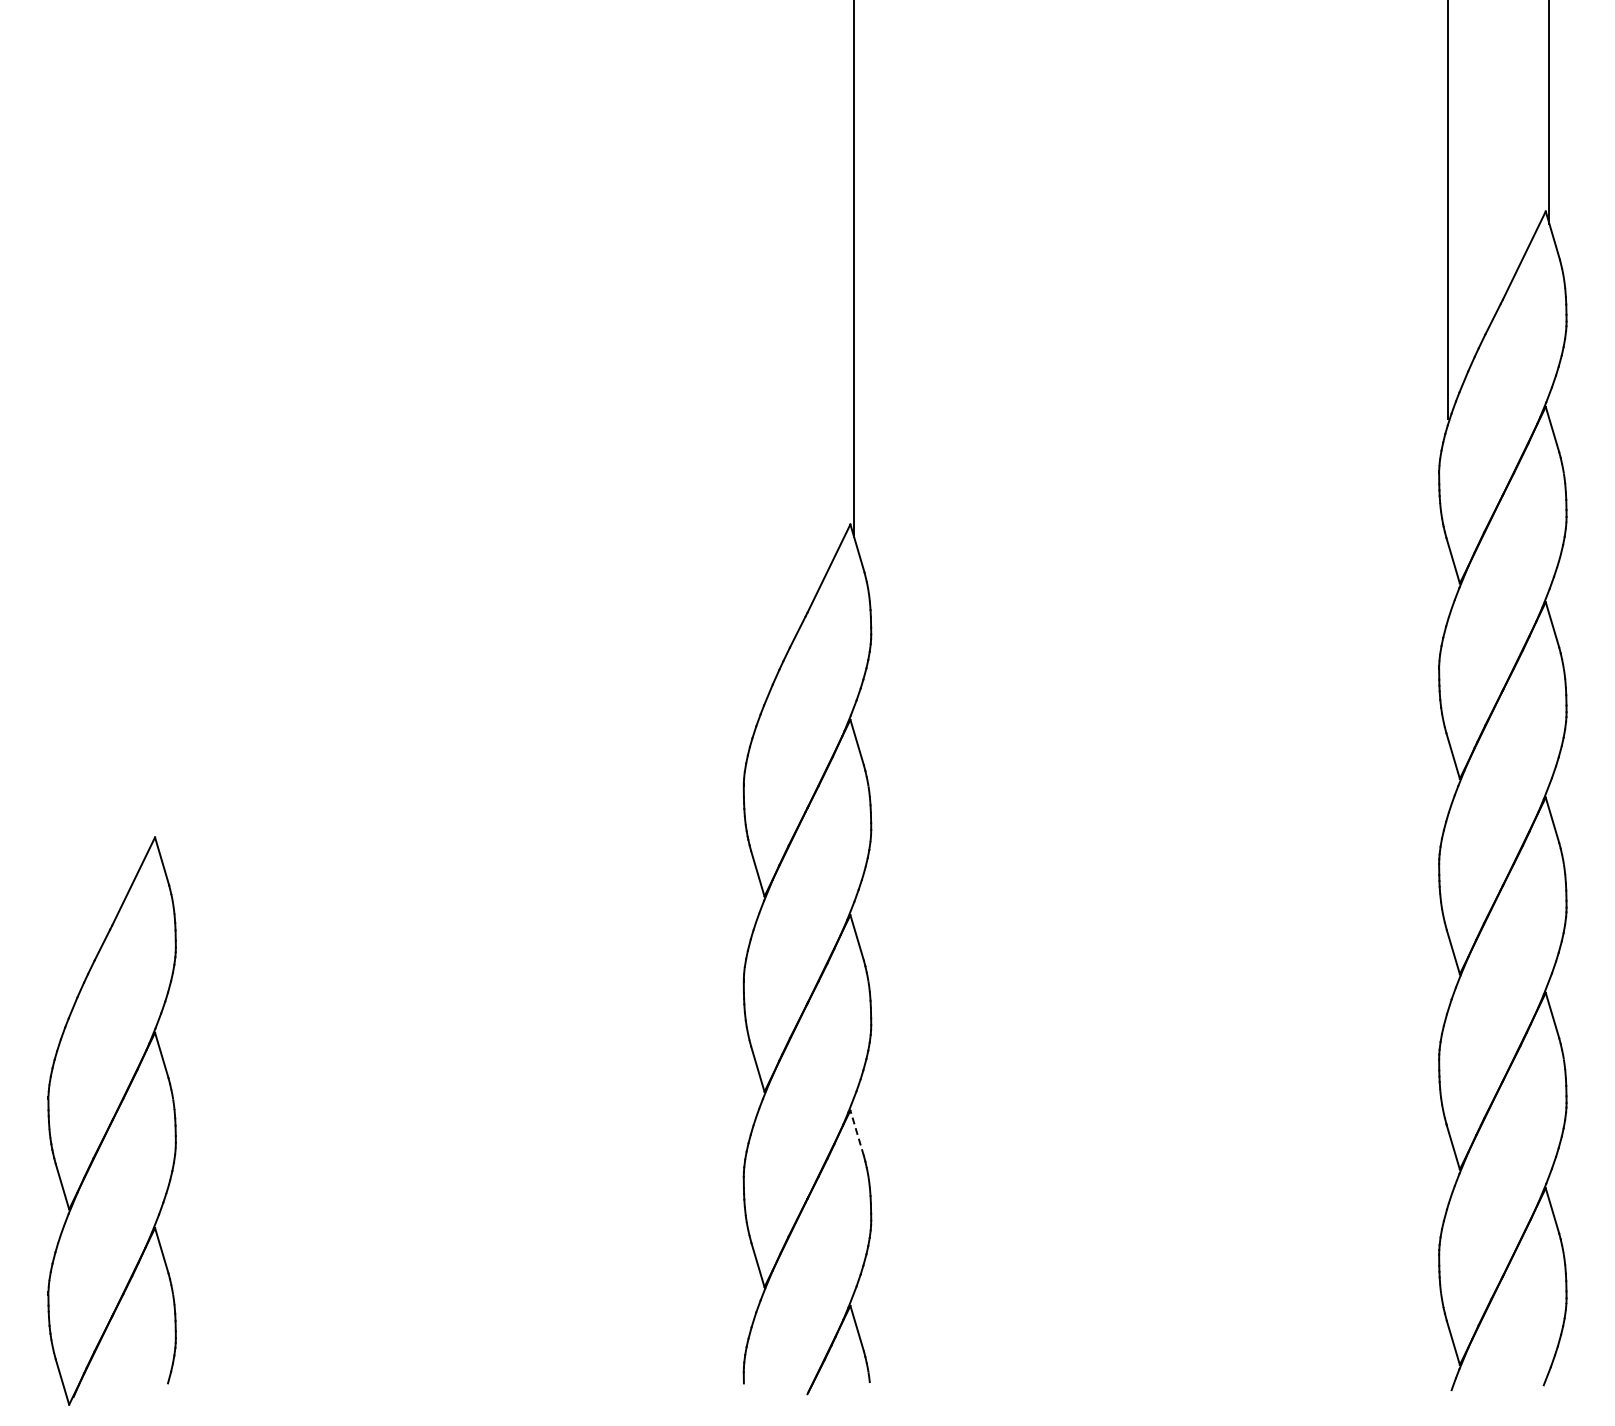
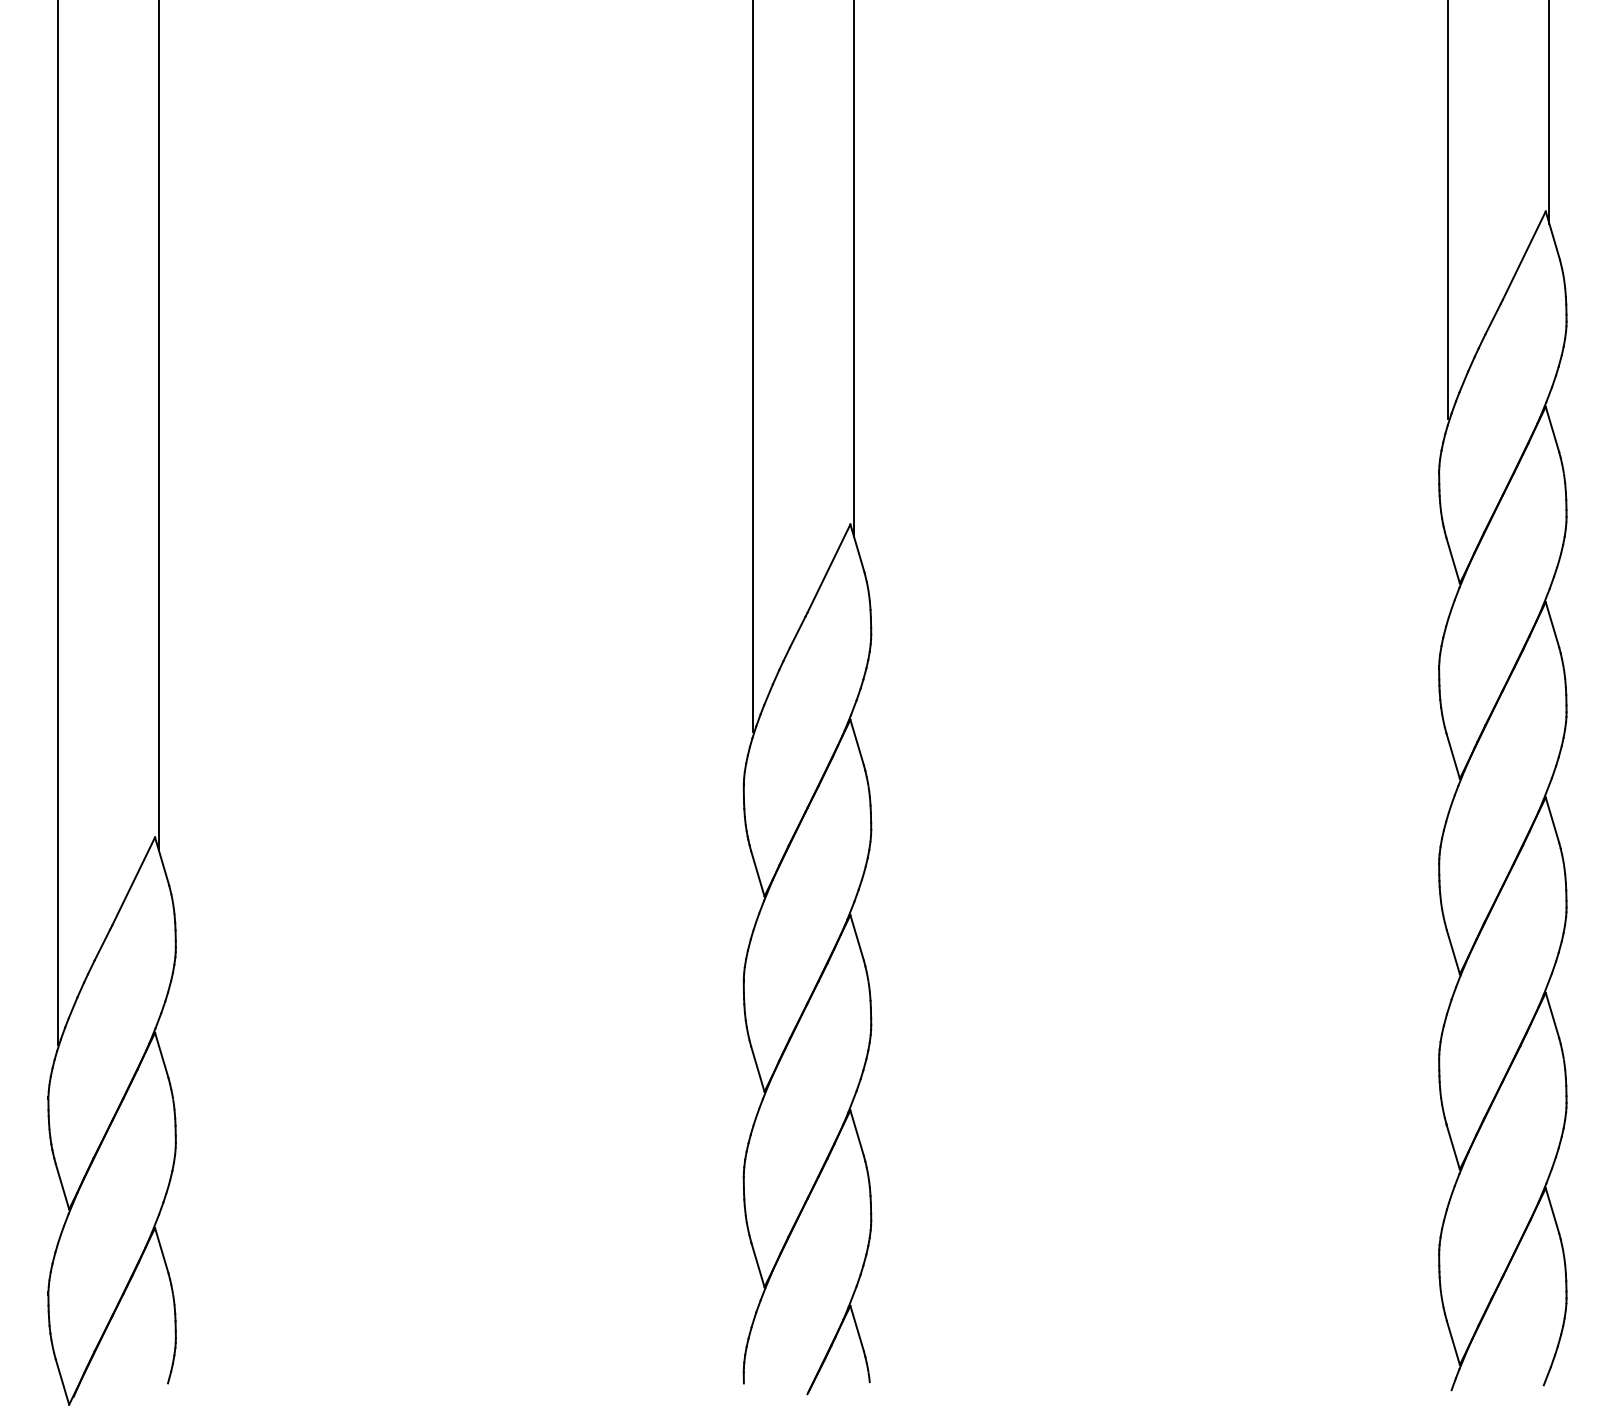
line at (752, 367): none -> present
line at (158, 425): none -> present
line at (57, 523): none -> present
line at (857, 1133): dashed -> solid
